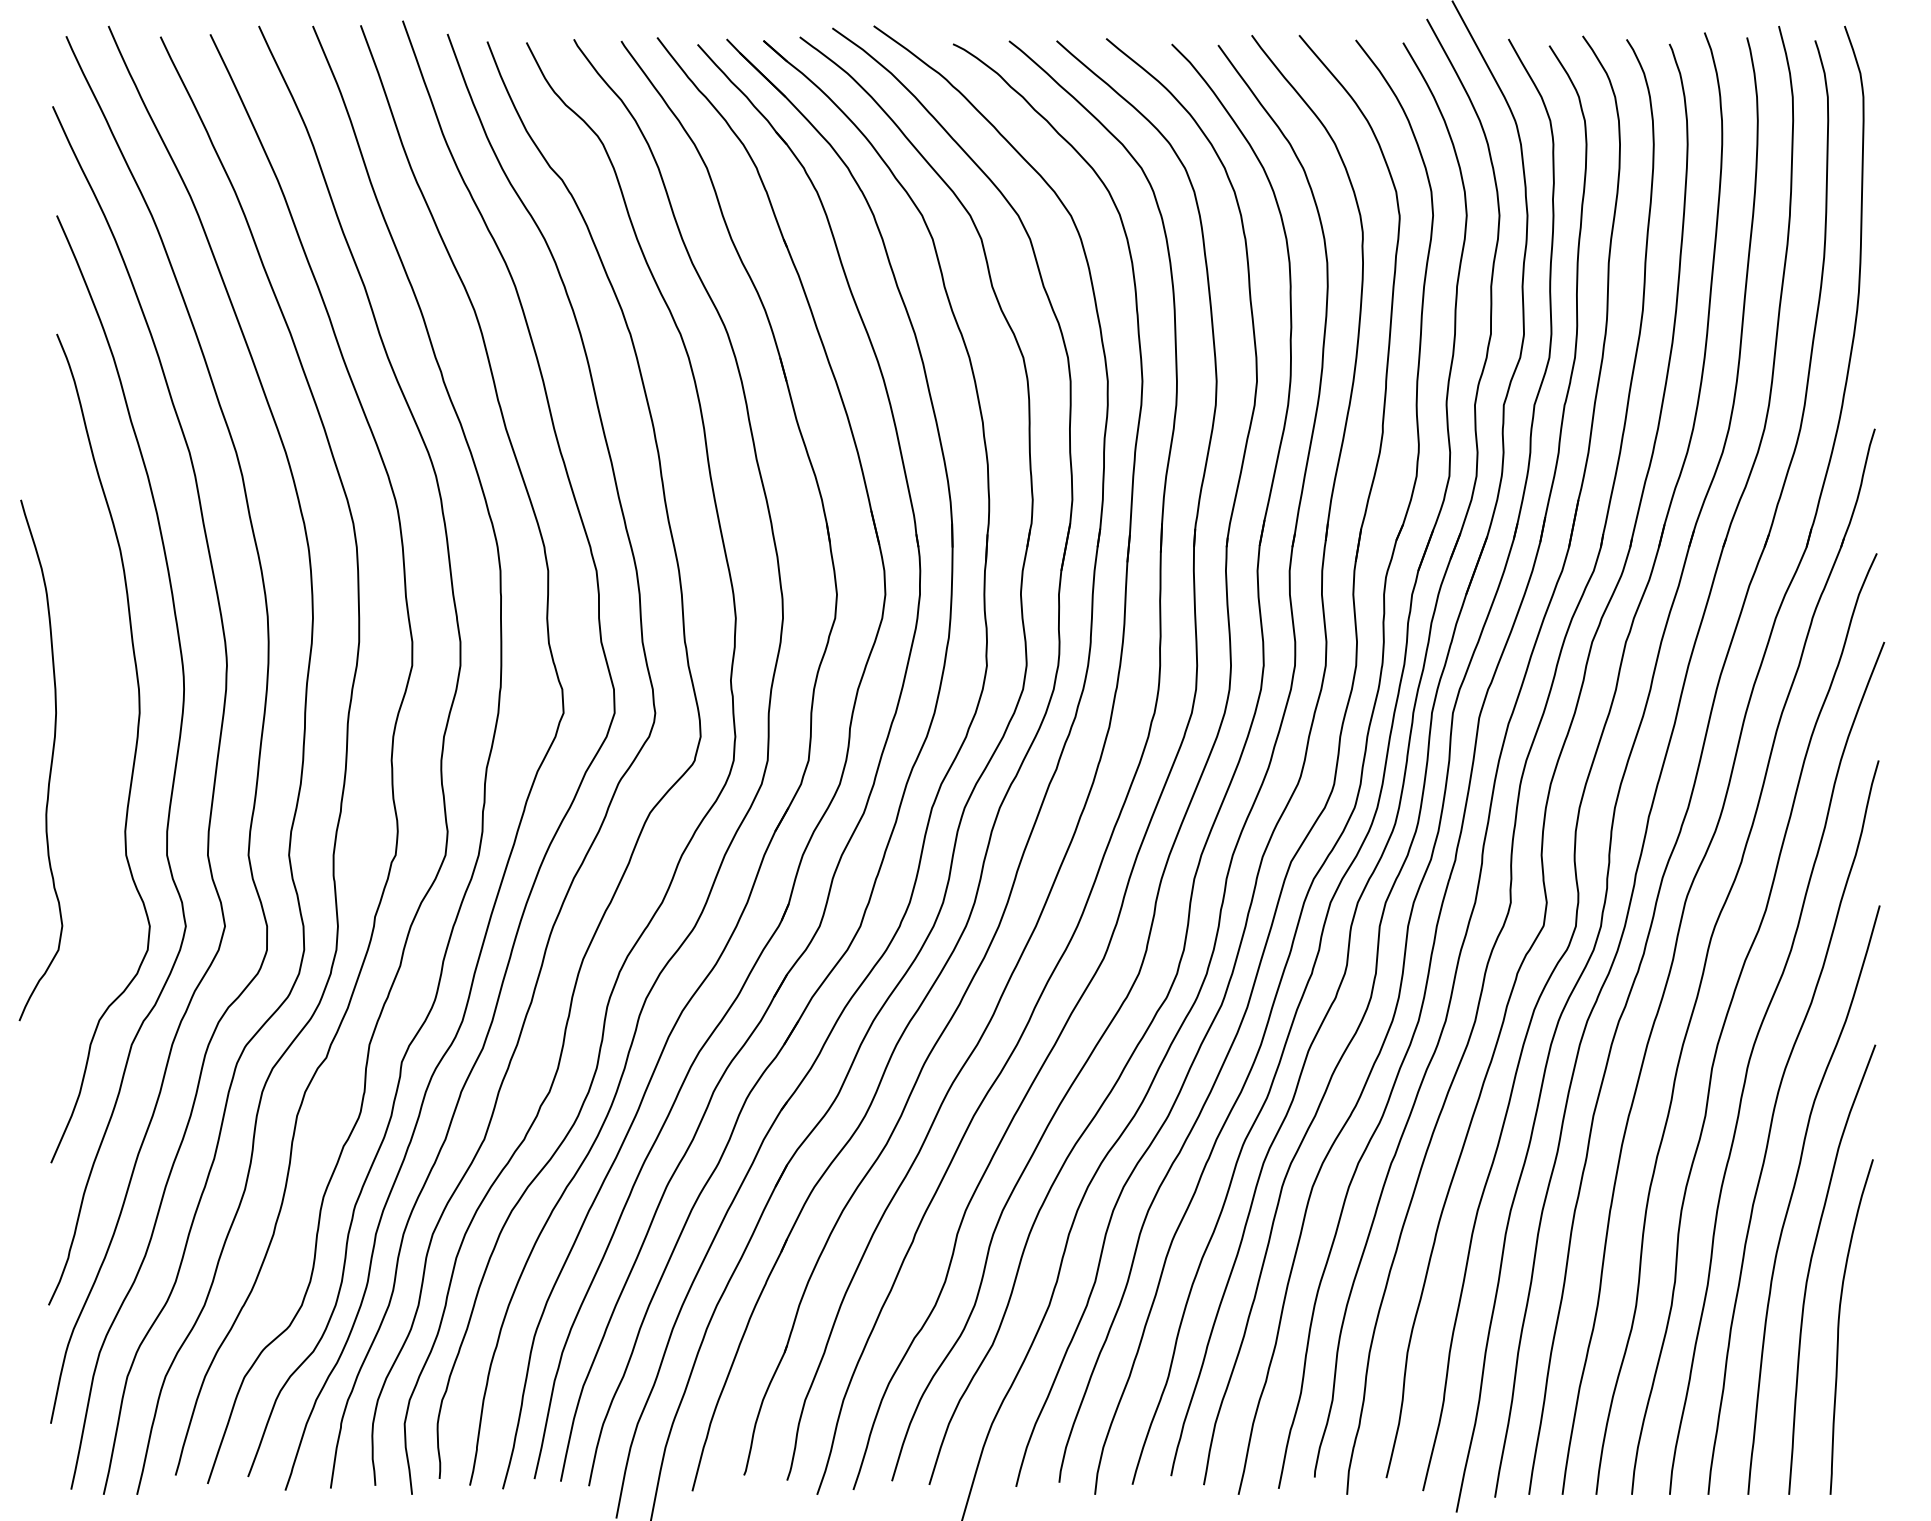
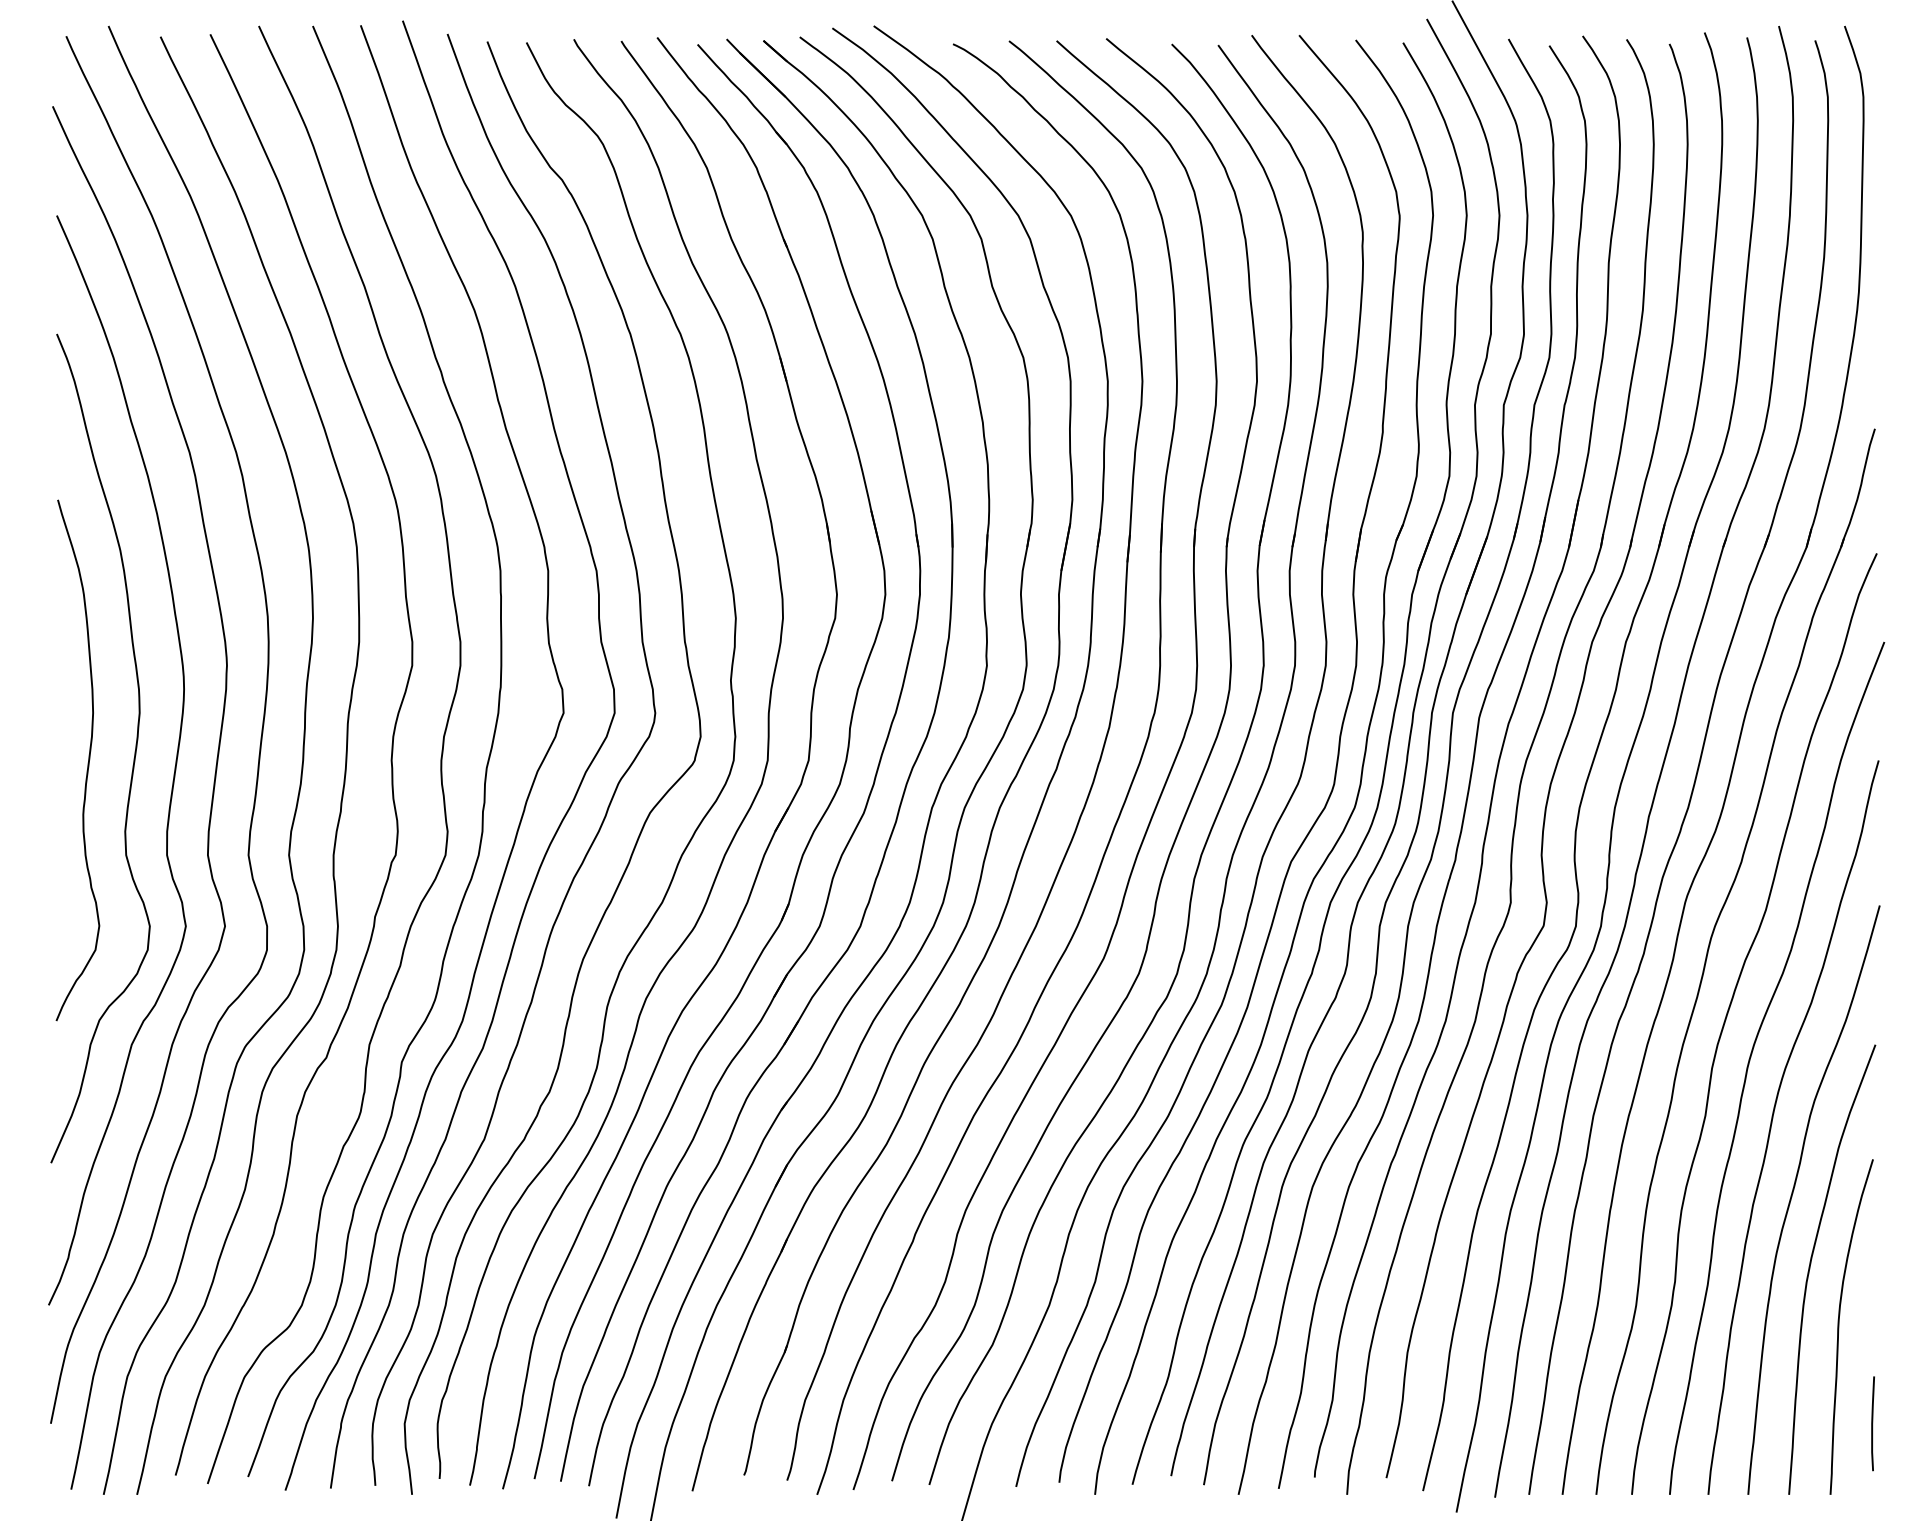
curve at (50, 763) position: (50, 763) -> (87, 763)
line at (1872, 1423): none -> present
